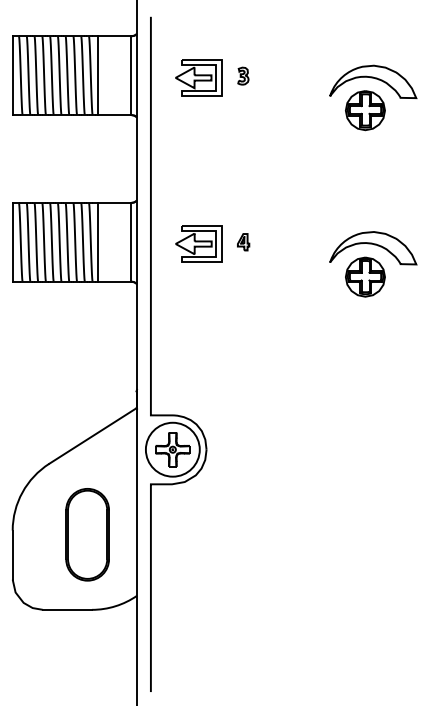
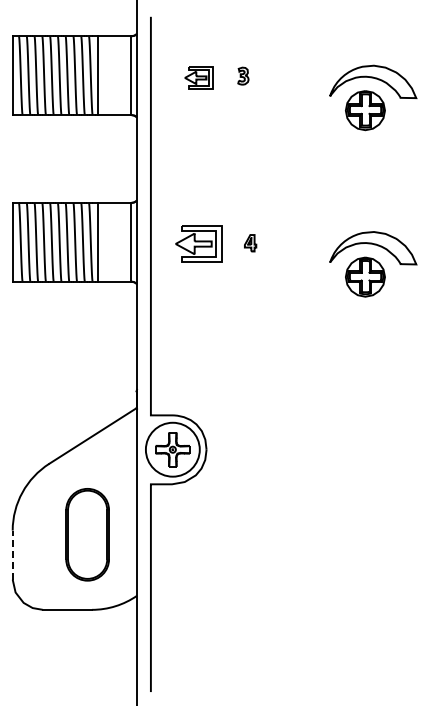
part at (198, 77) size: 48x38 px -> 30x24 px
part at (243, 242) position: (243, 242) -> (250, 243)
line at (12, 555): solid -> dashed
